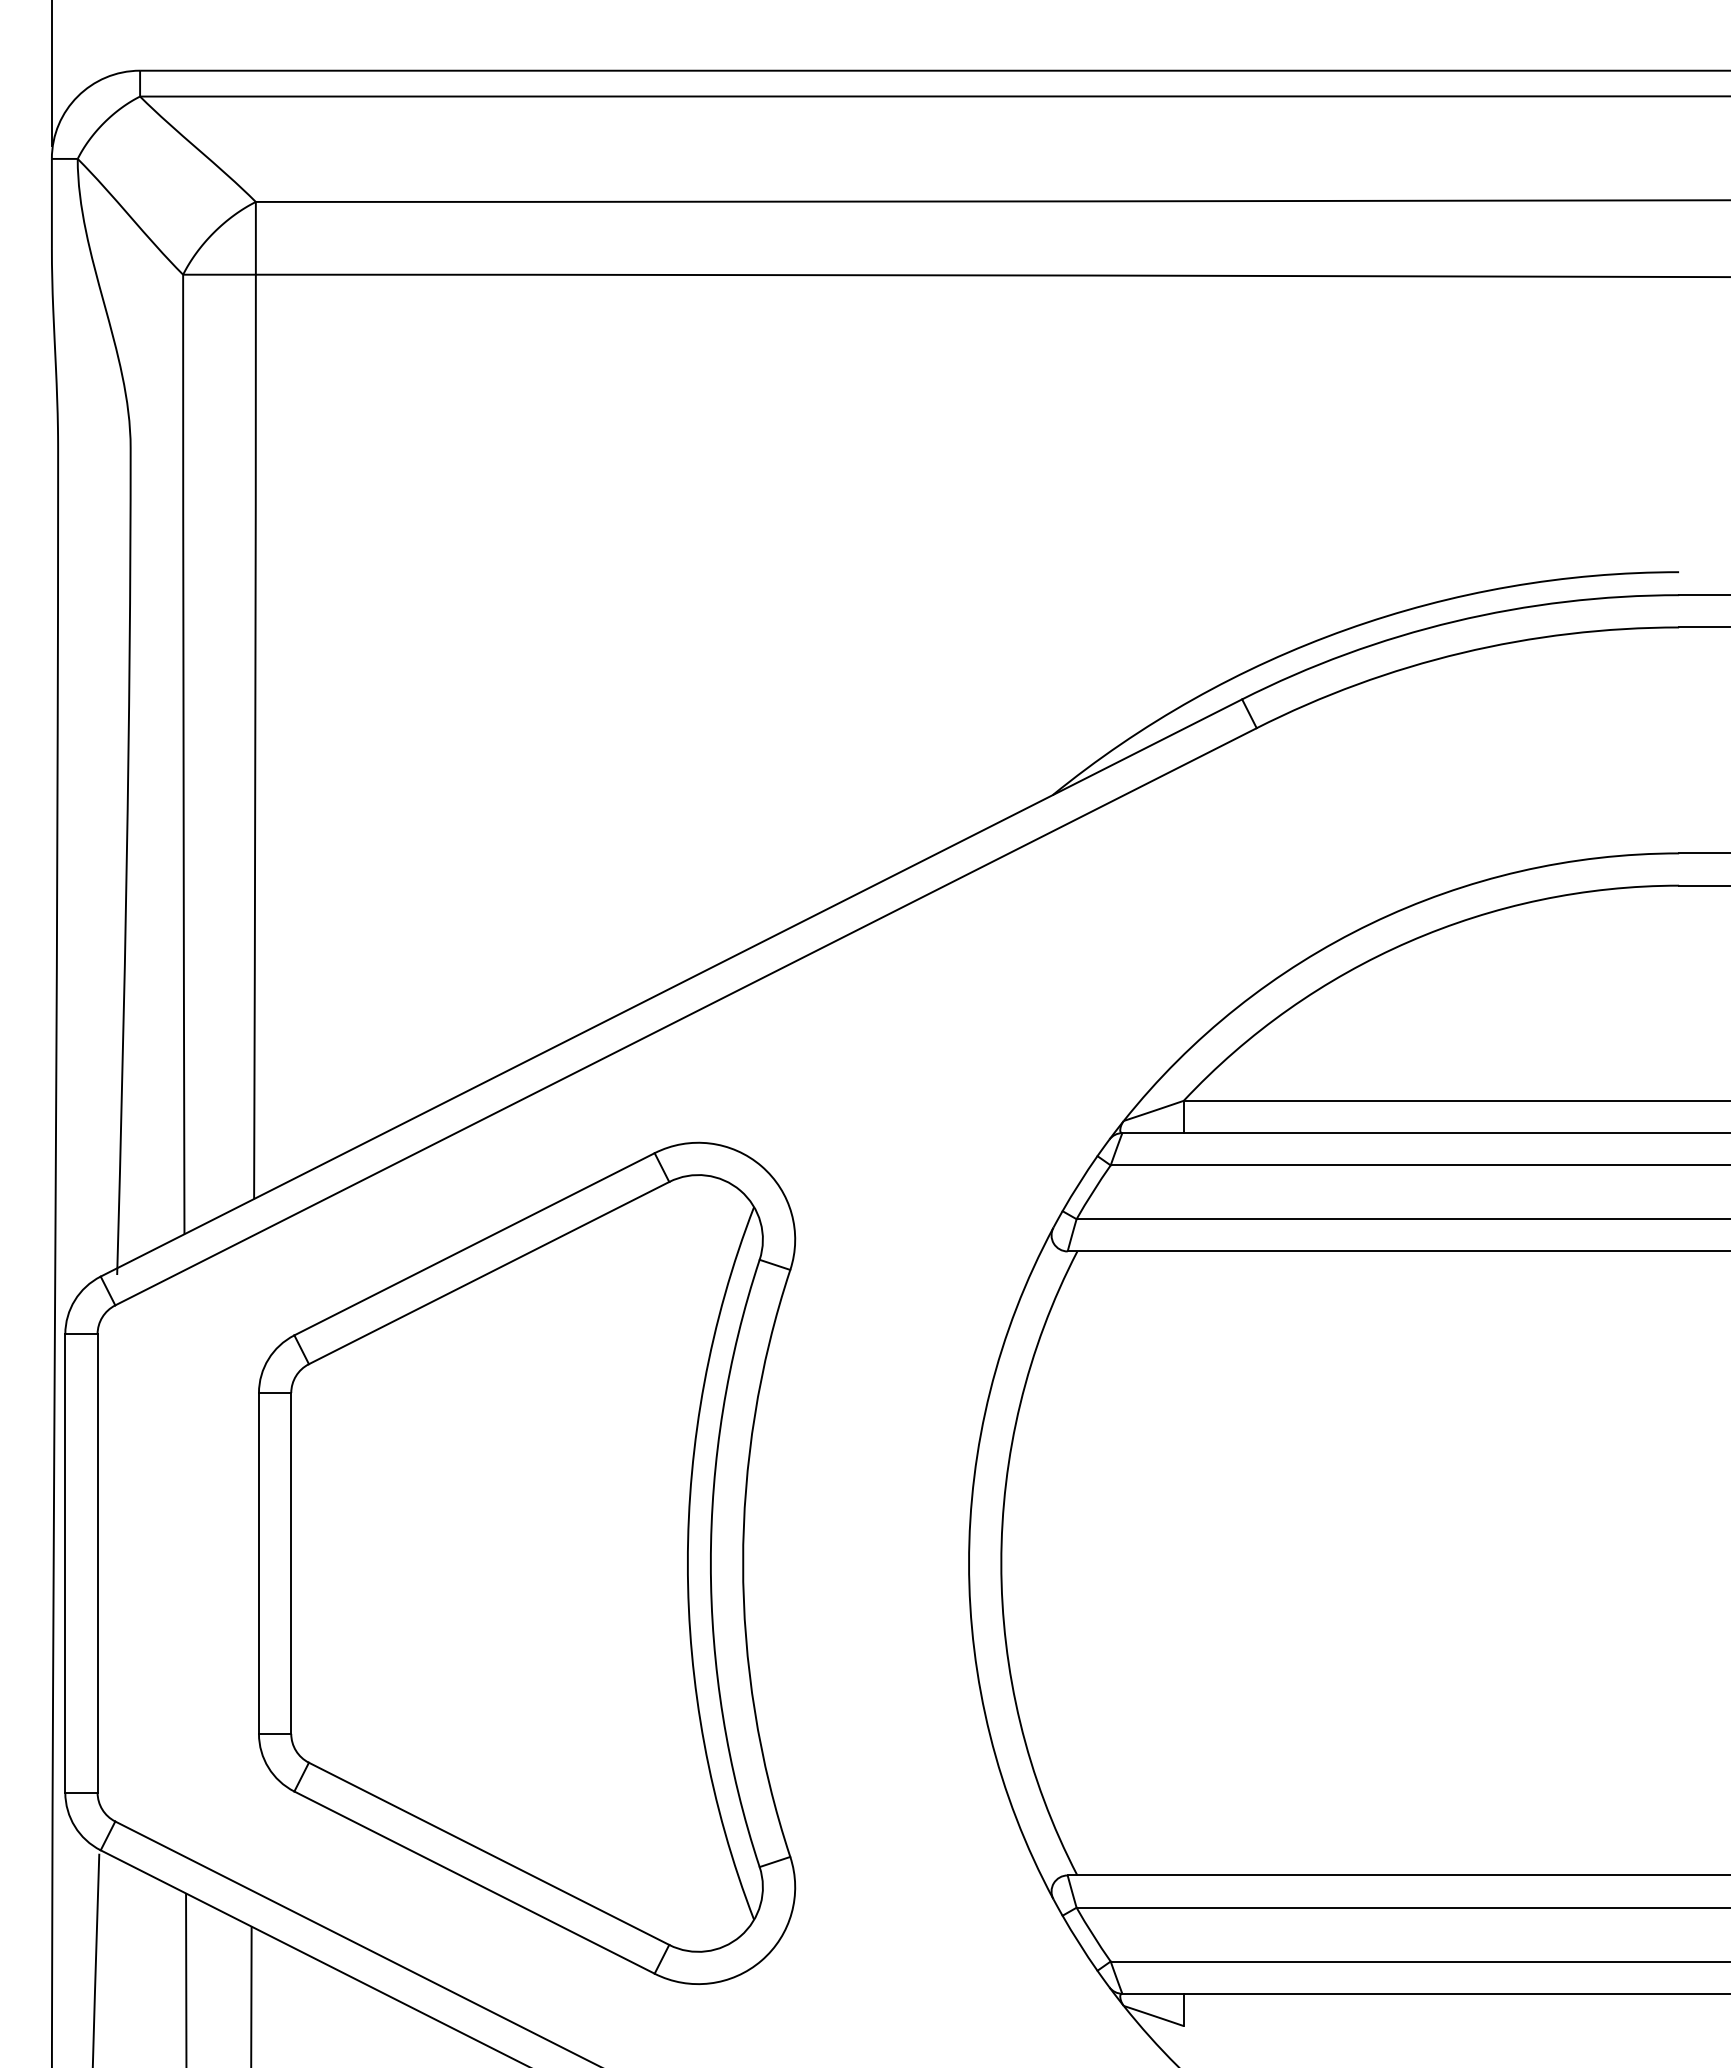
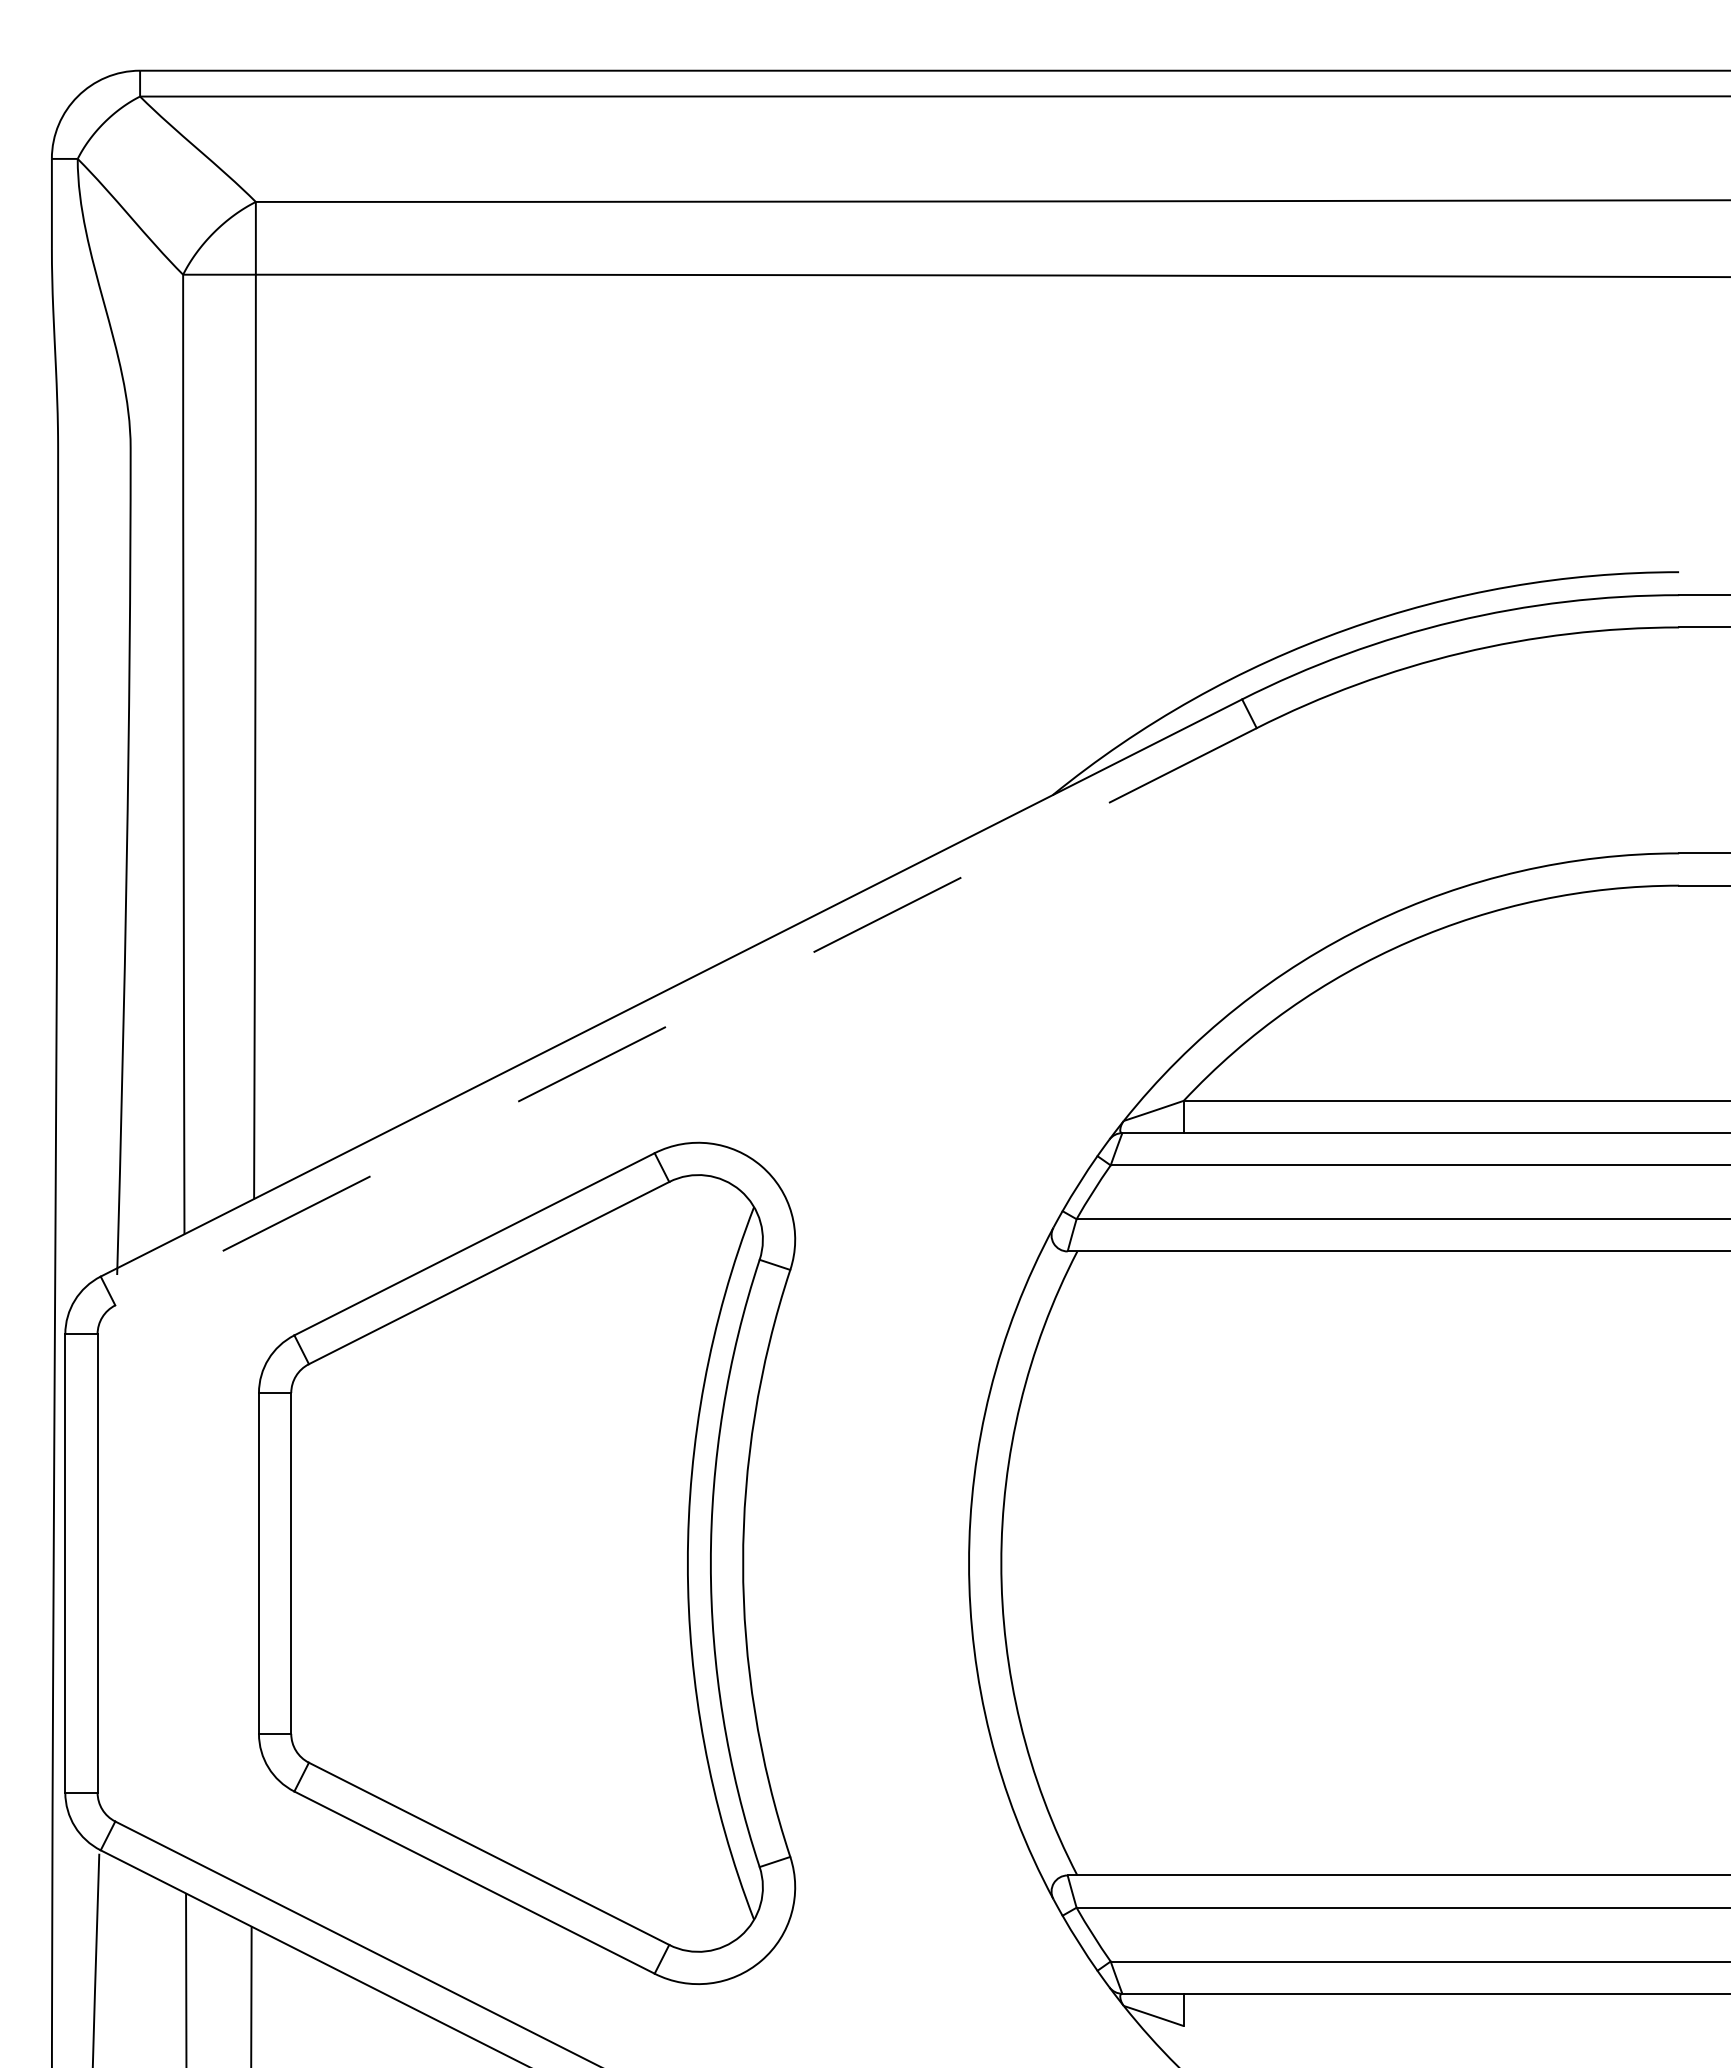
line at (51, 73): present -> none
line at (686, 1016): solid -> dashed
